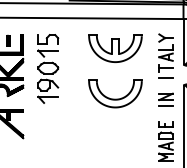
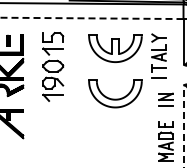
line at (91, 18): solid -> dashed
part at (165, 55) position: (165, 55) -> (158, 55)
part at (48, 68) position: (48, 68) -> (53, 66)
line at (183, 126): solid -> dashed
